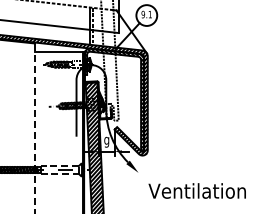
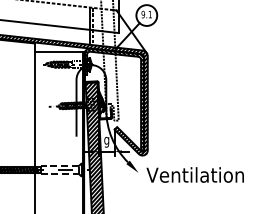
line at (35, 128): dashed -> solid
text at (196, 190) position: (196, 190) -> (194, 174)
